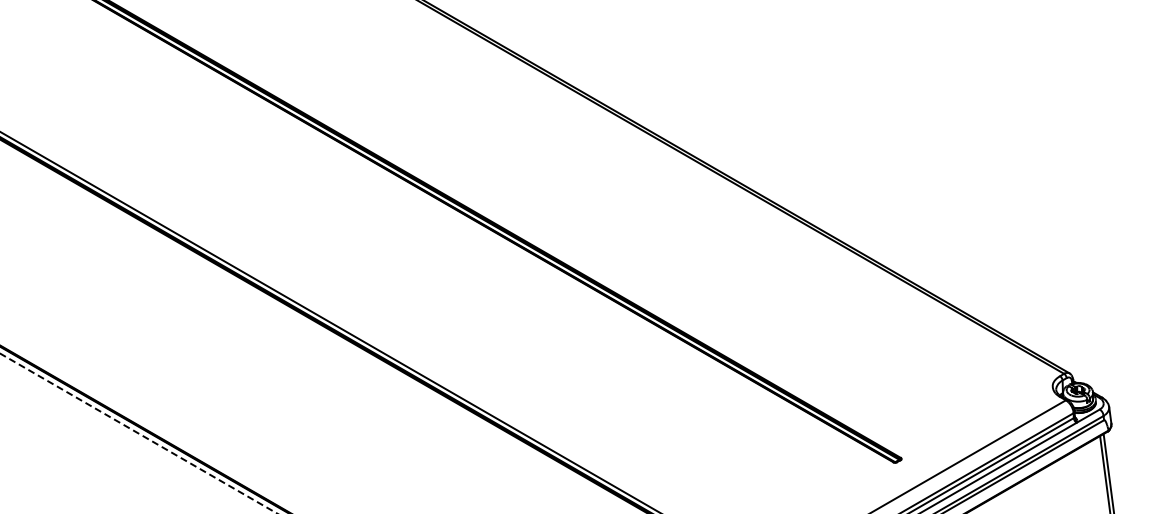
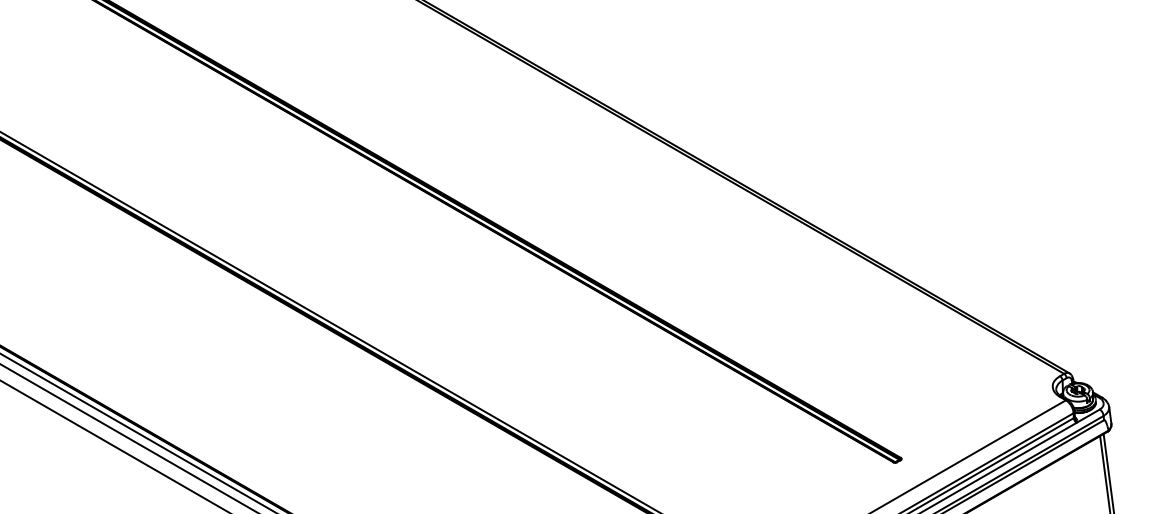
line at (139, 433): dashed -> solid
line at (127, 437): none -> present
line at (113, 445): none -> present
